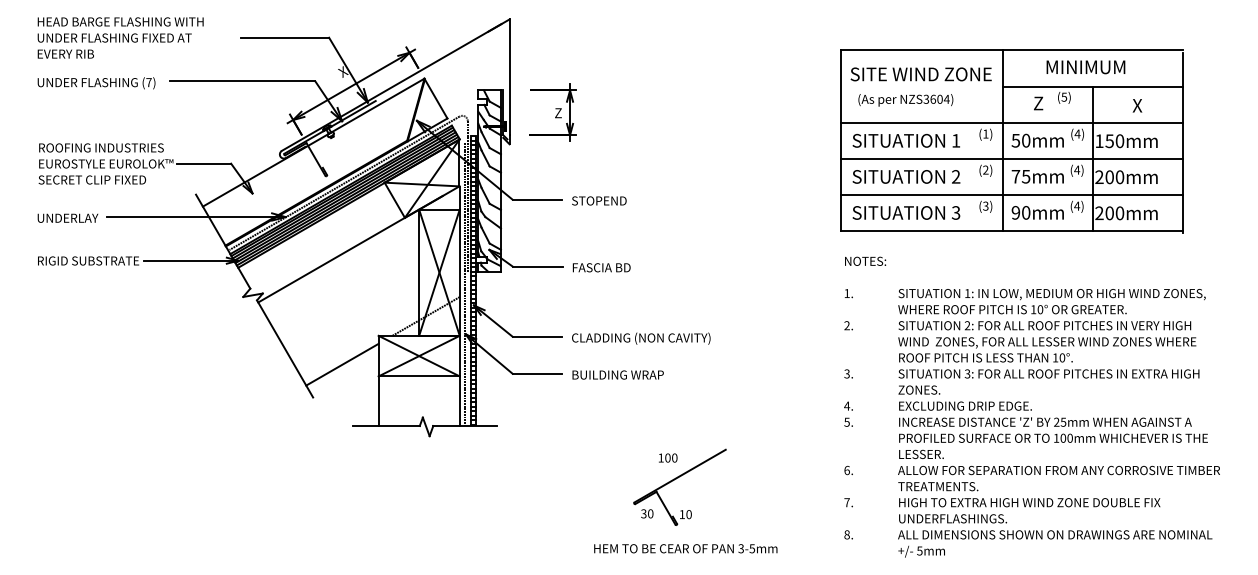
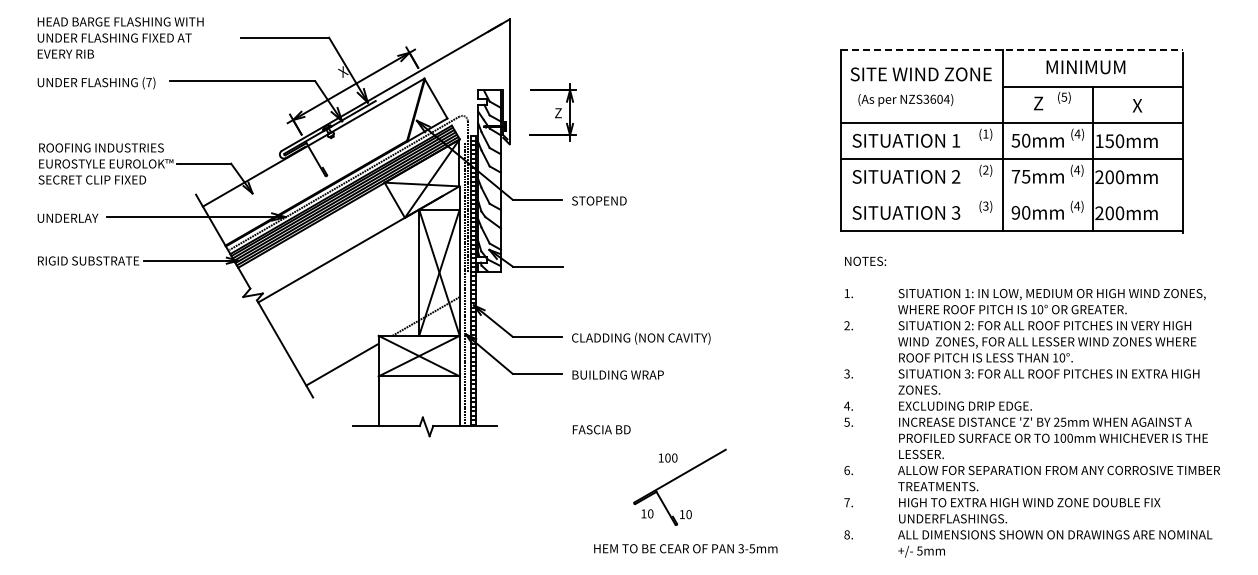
line at (1012, 50): solid -> dashed
line at (1011, 194): present -> none
text at (601, 267) position: (601, 267) -> (601, 429)
text at (643, 513): 30 -> 10
